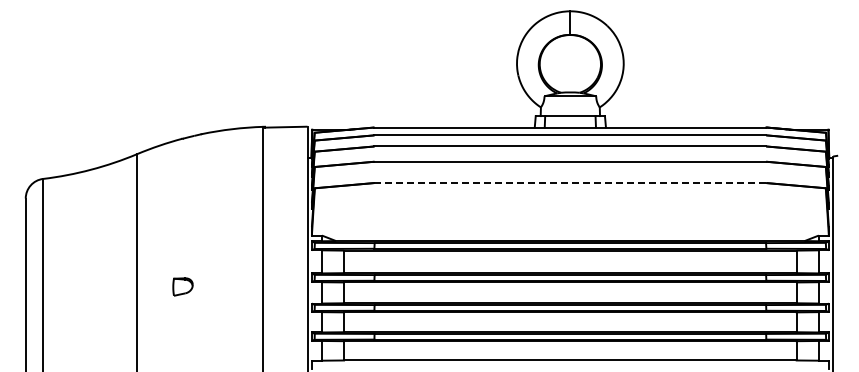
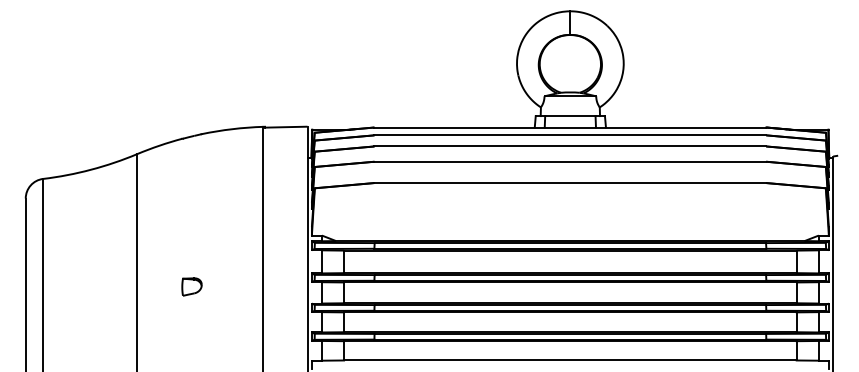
line at (569, 183): dashed -> solid
part at (182, 286) position: (182, 286) -> (191, 286)
